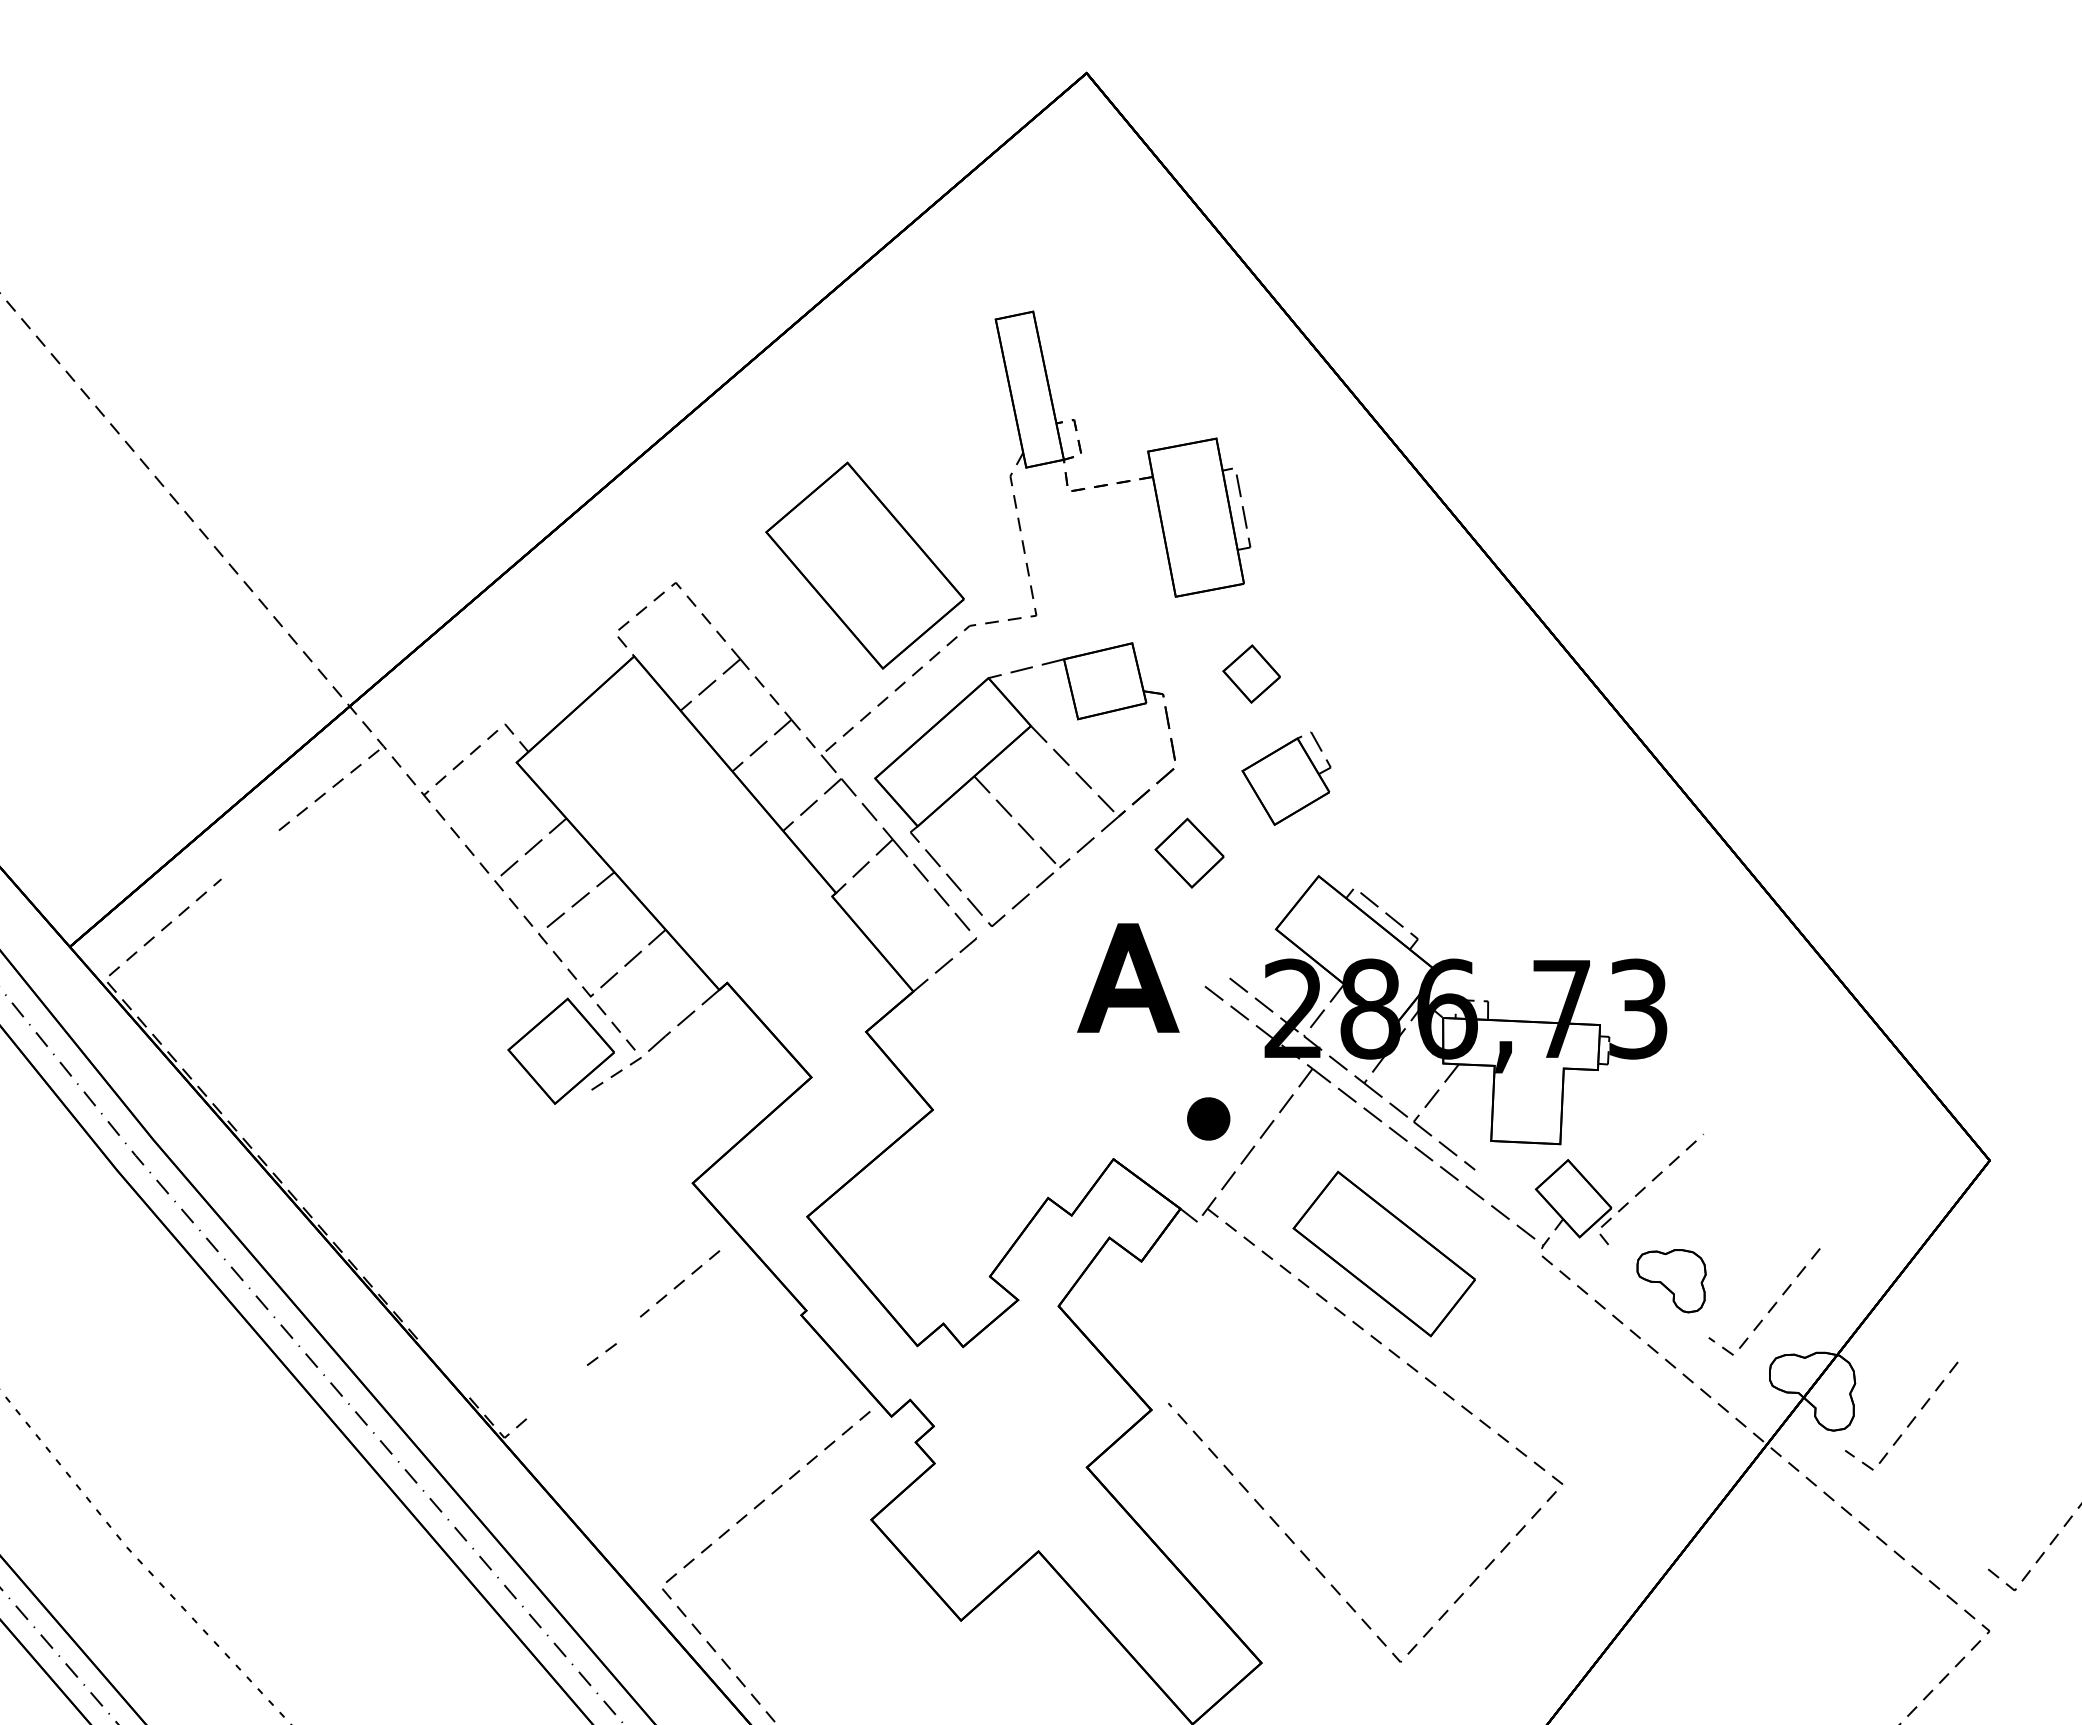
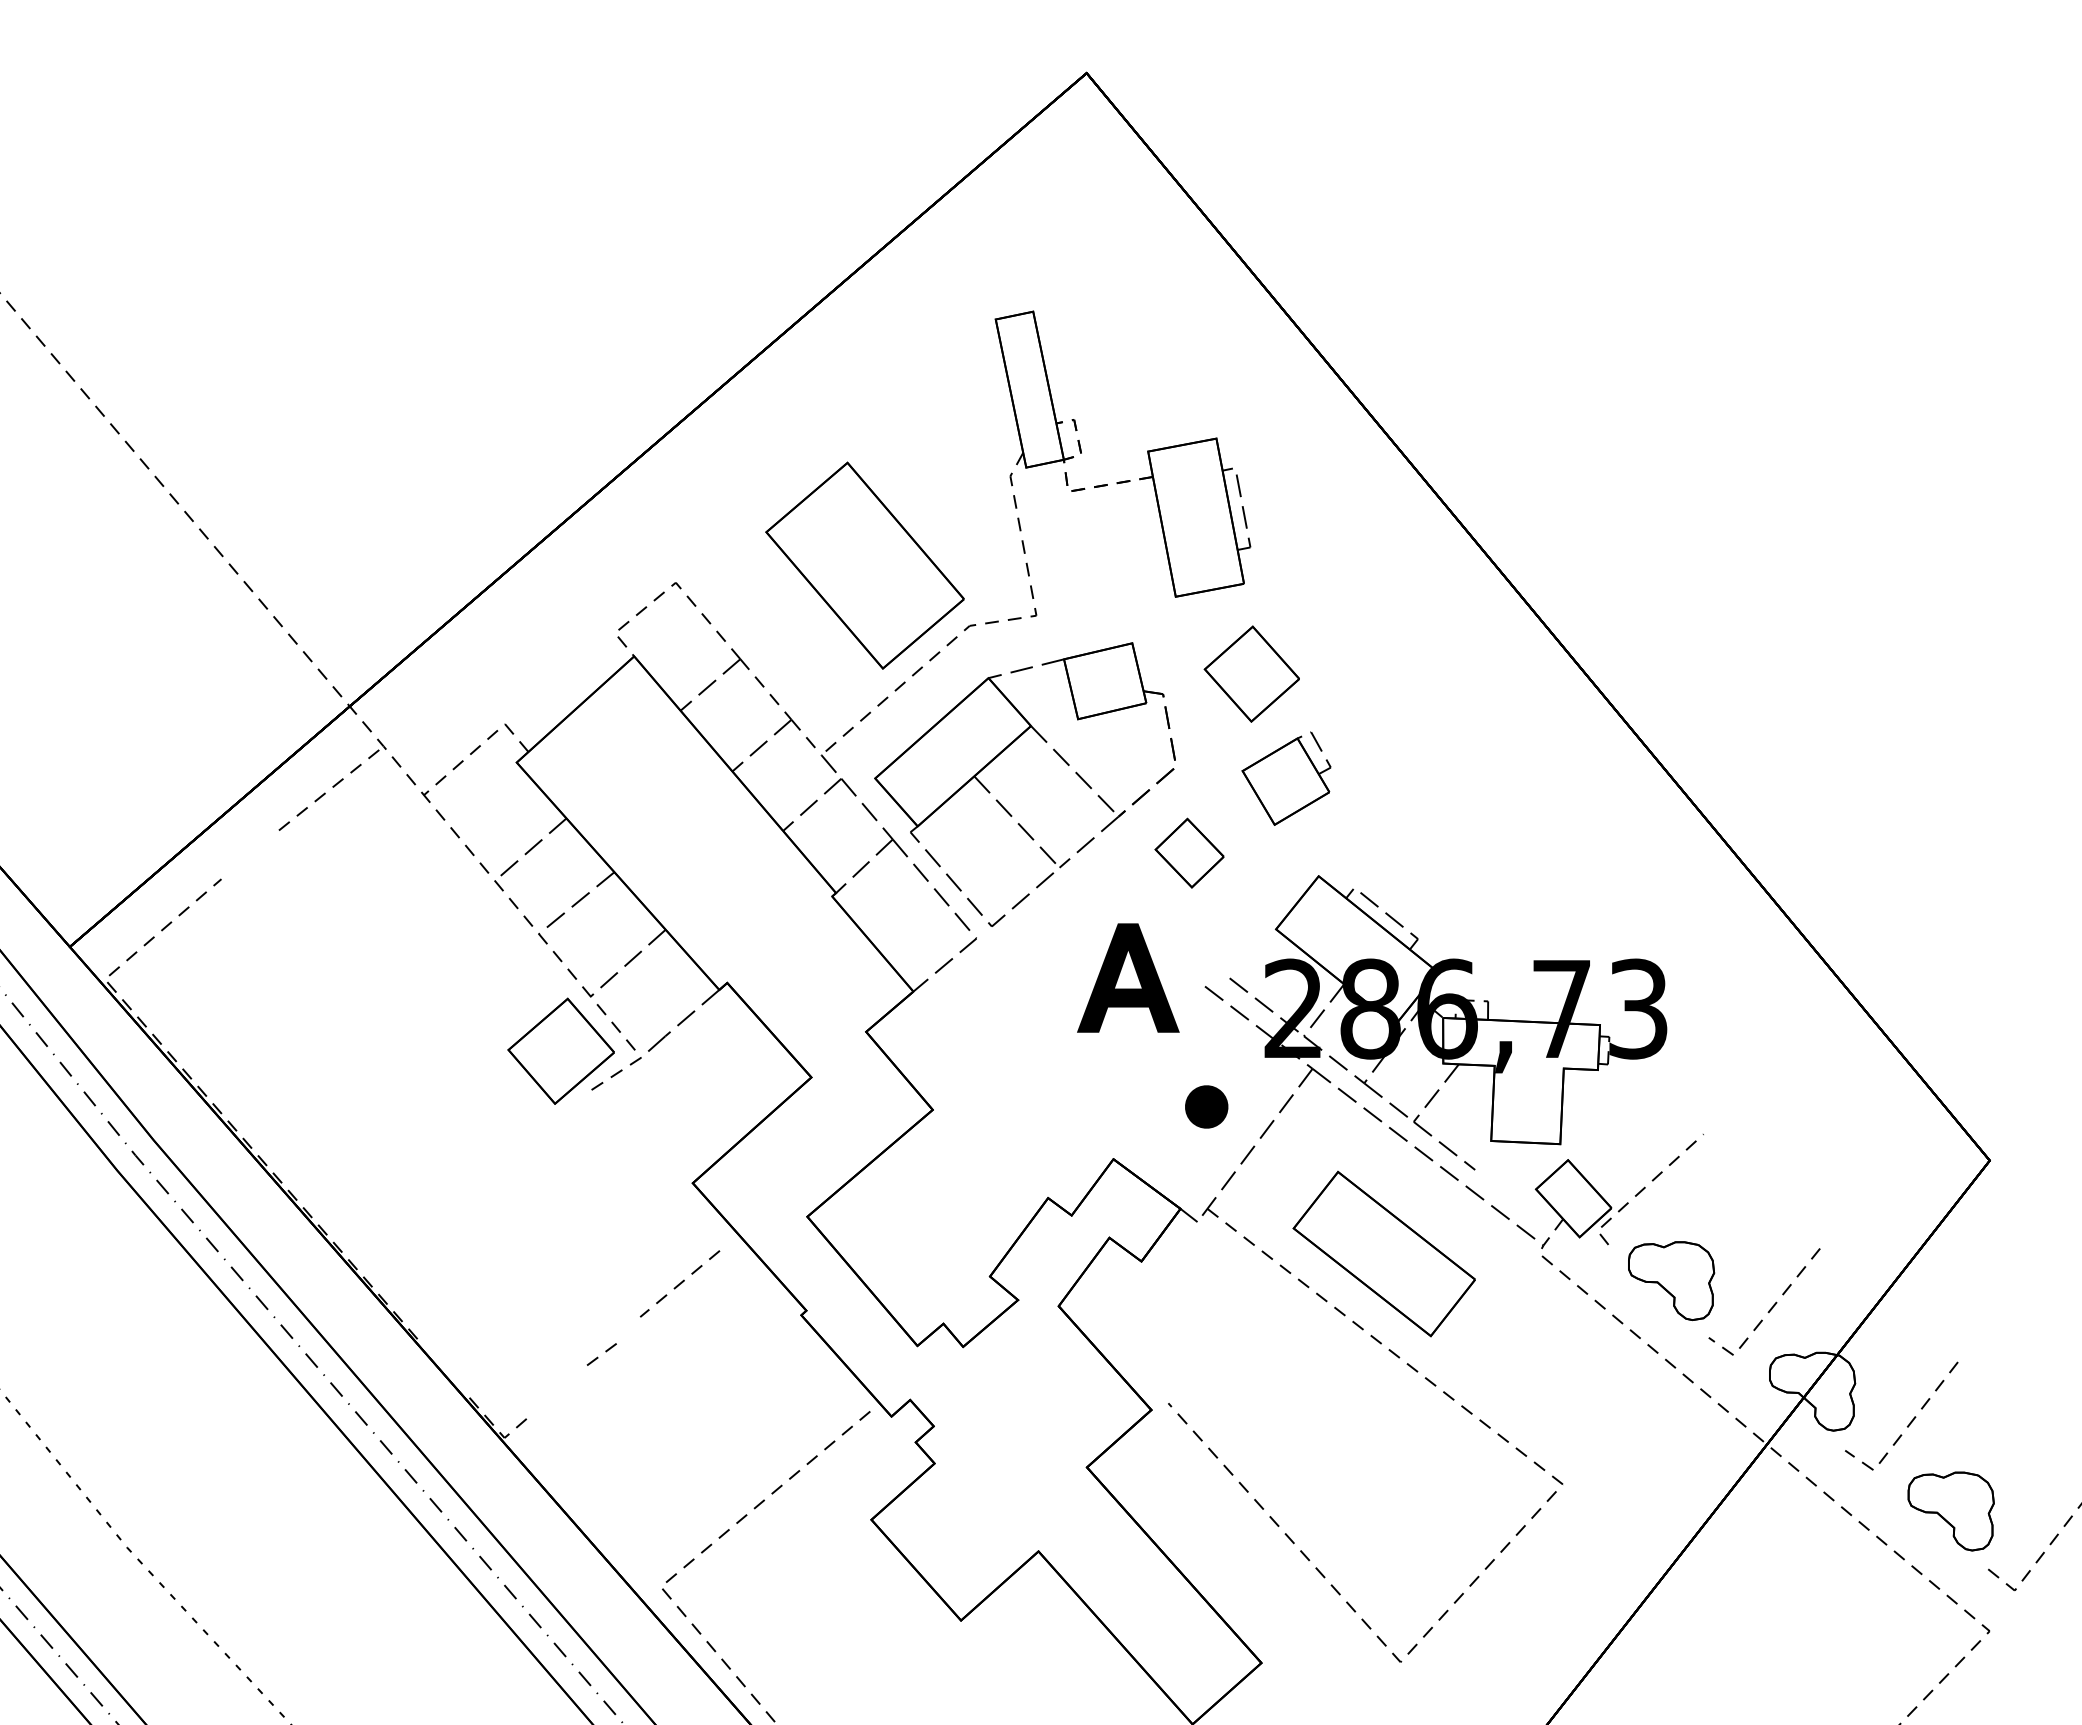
part at (1251, 673) size: 59x60 px -> 97x98 px
part at (1208, 1118) position: (1208, 1118) -> (1206, 1106)
part at (1671, 1281) size: 71x65 px -> 88x81 px
part at (1950, 1511): none -> present
